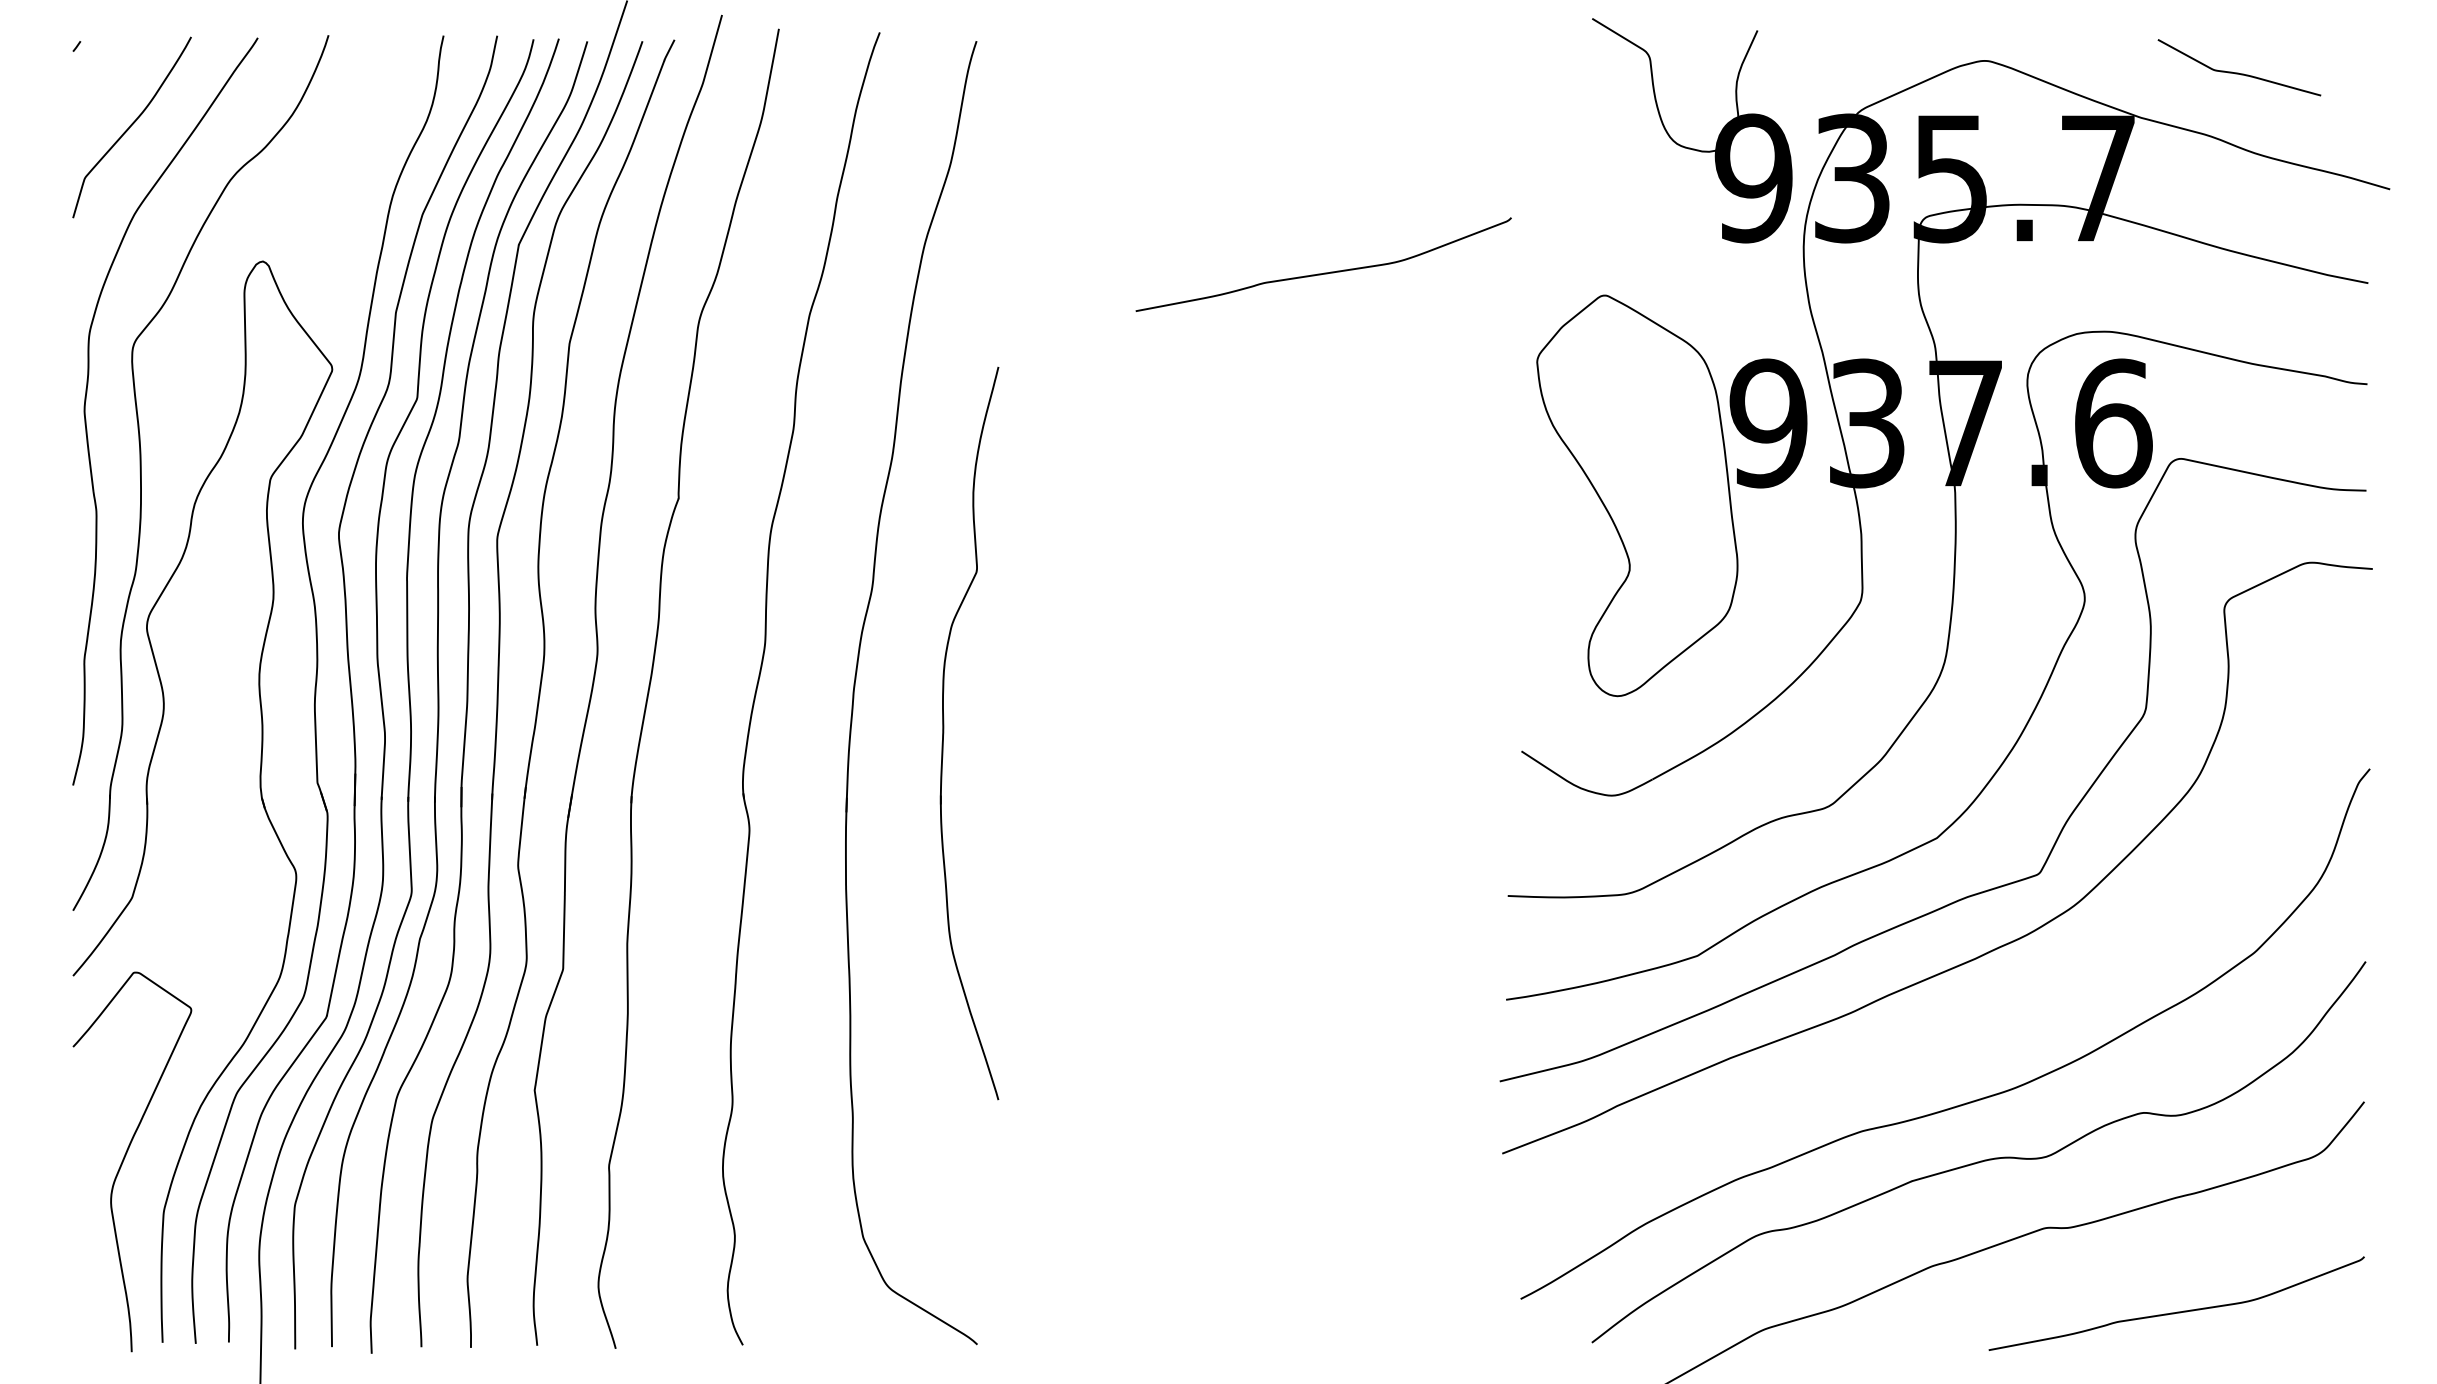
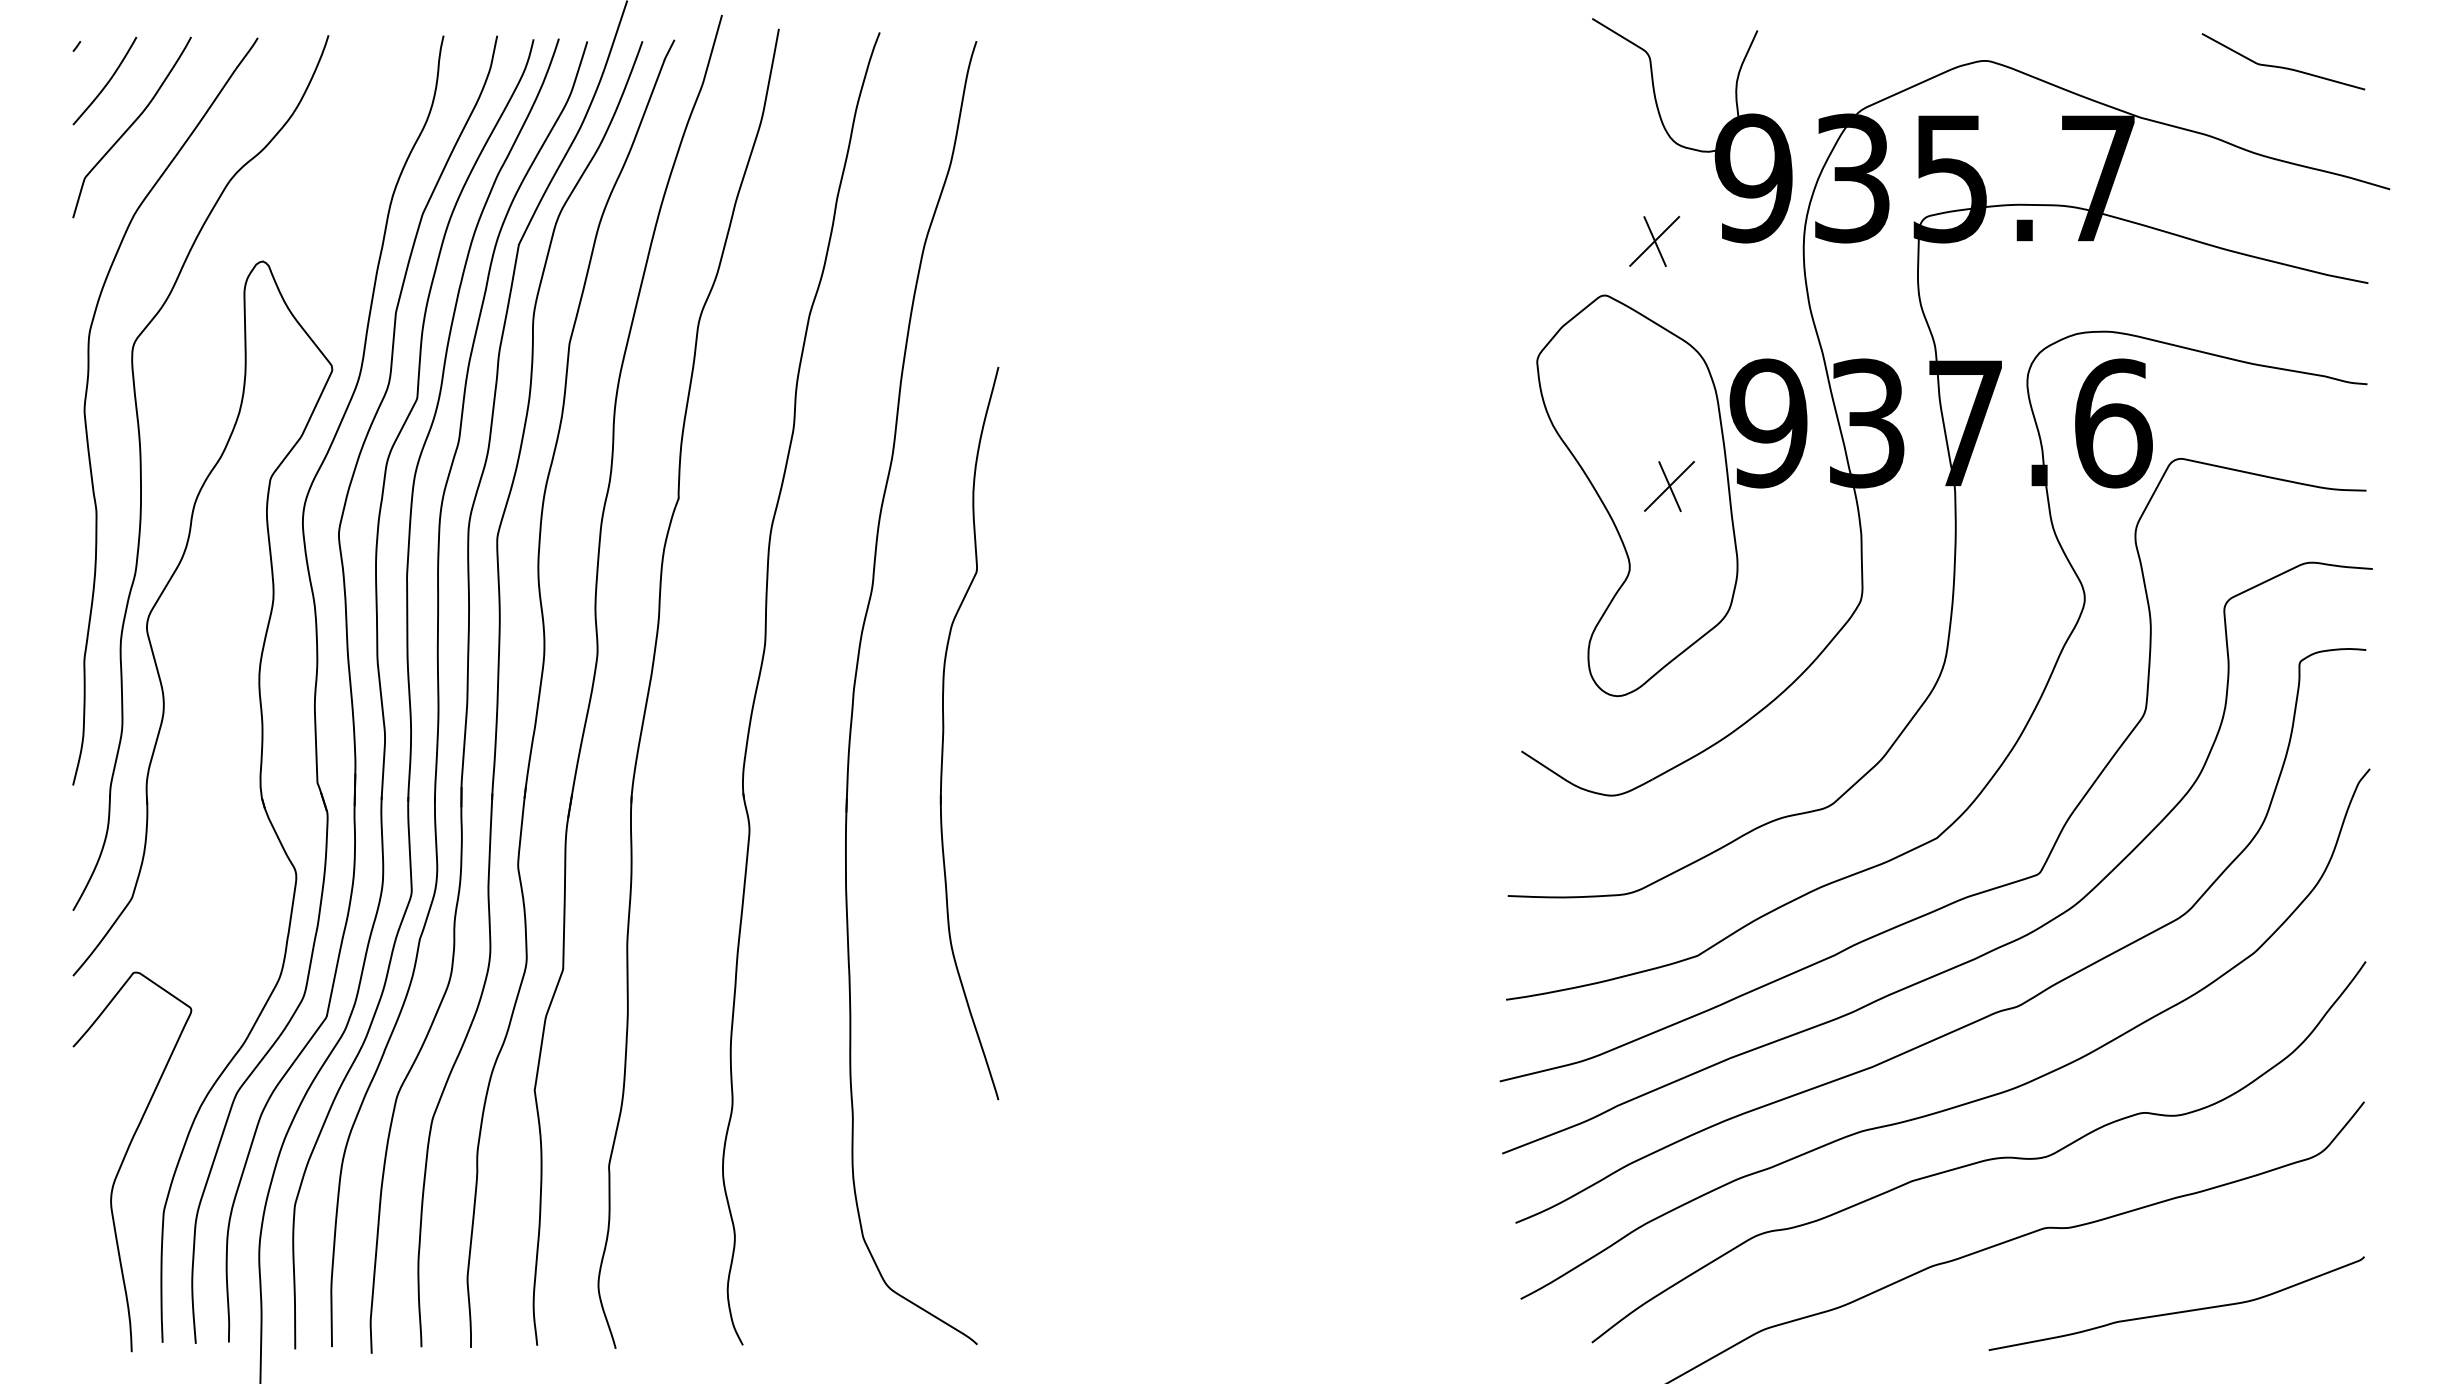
curve at (2238, 72) position: (2238, 72) -> (2282, 66)
curve at (106, 83): none -> present
part at (1654, 241): none -> present
curve at (1324, 272): present -> none
part at (1669, 486): none -> present
curve at (1975, 1020): none -> present
